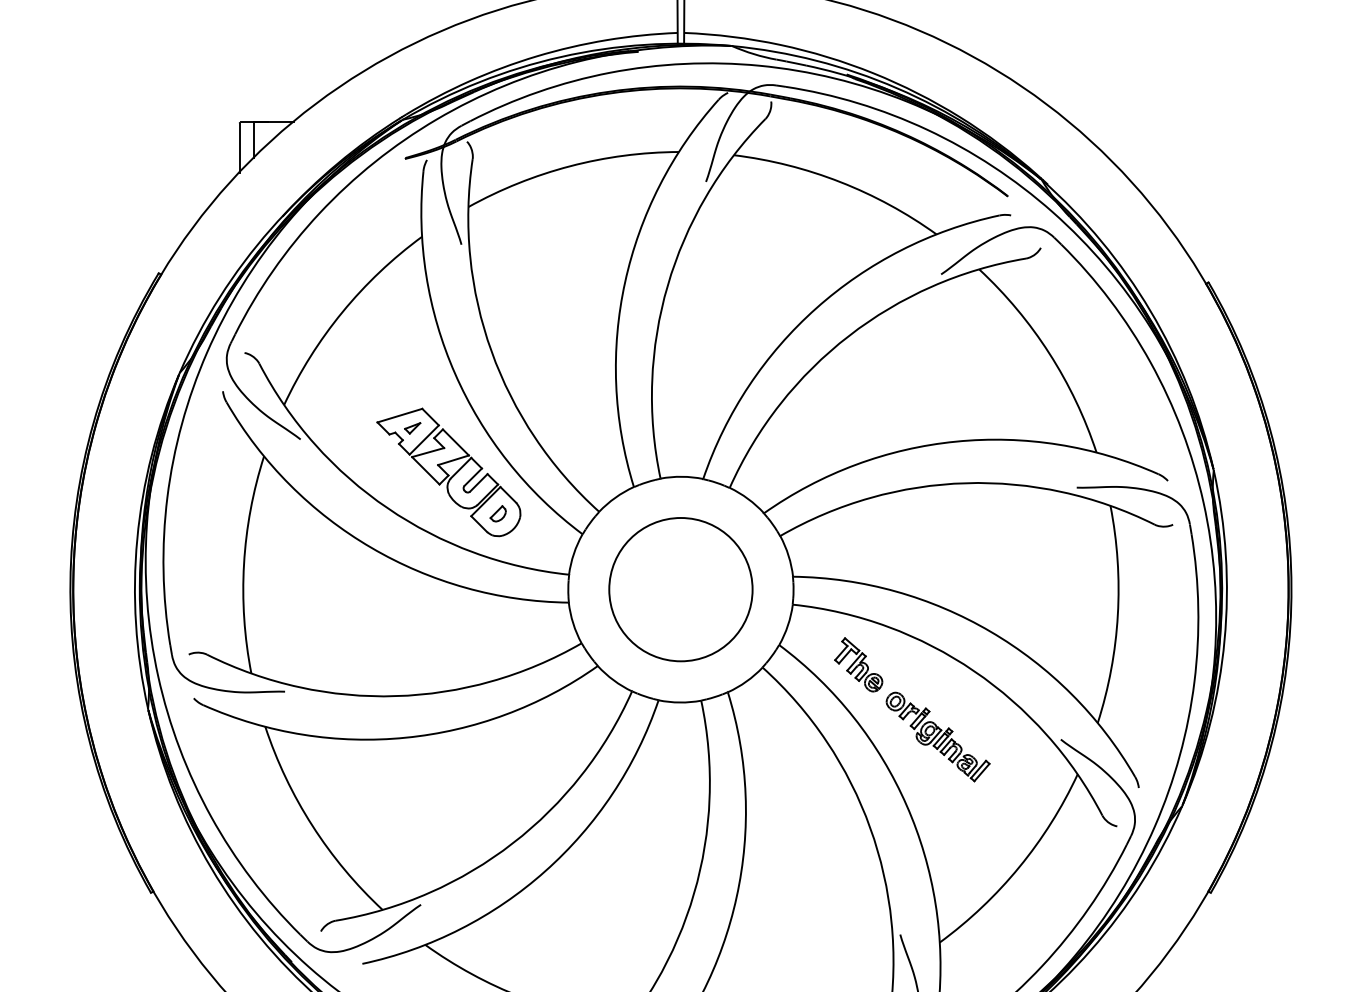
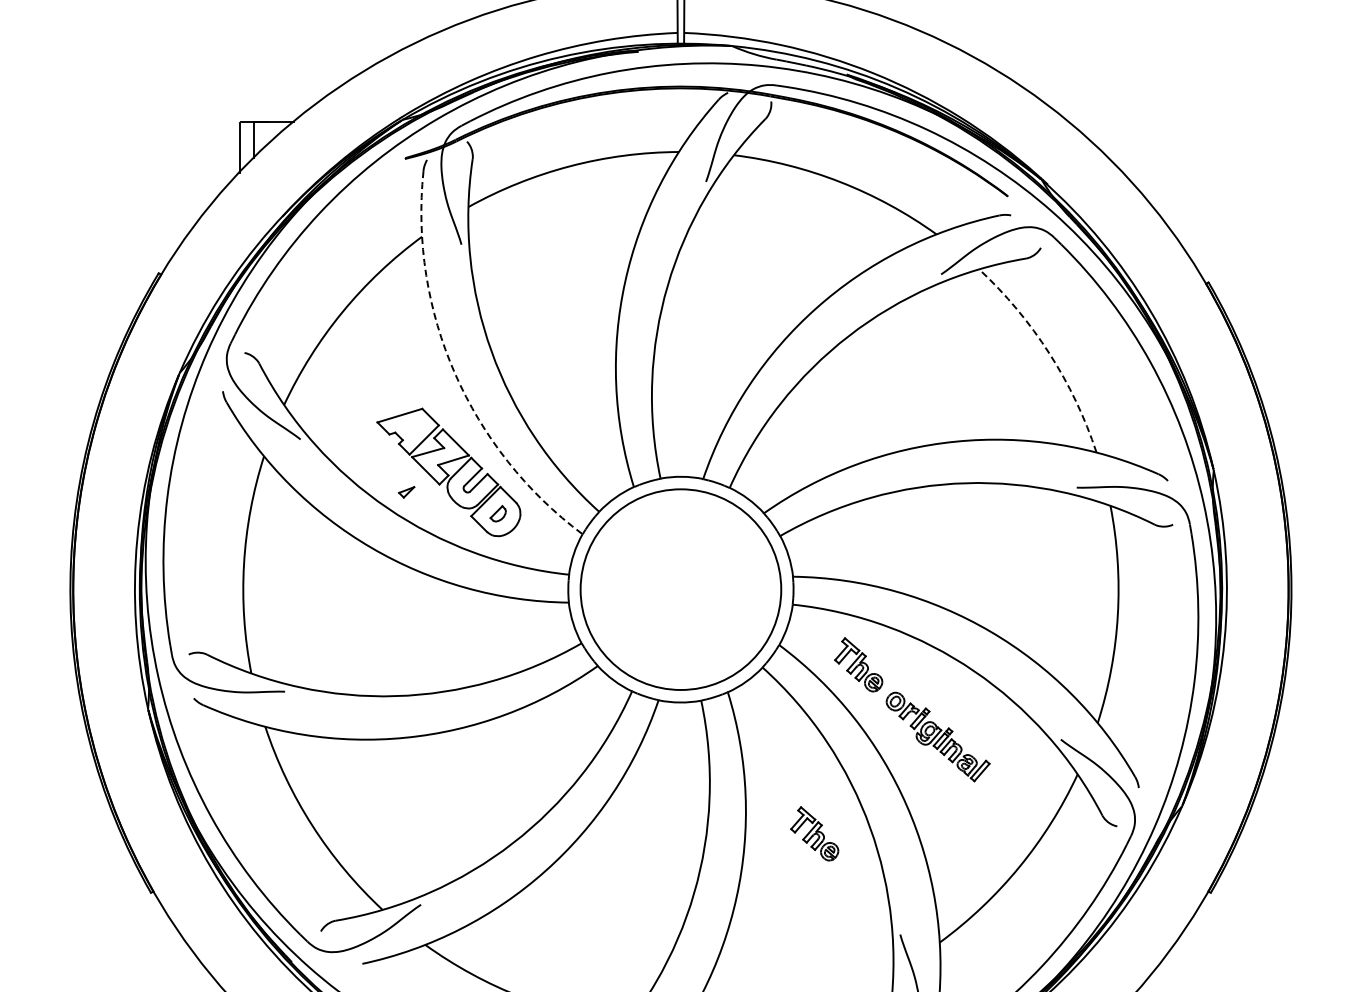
arc at (1049, 353): solid -> dashed
arc at (455, 373): solid -> dashed
part at (412, 428) position: (412, 428) -> (406, 492)
circle at (680, 589) diameter: 143 px -> 201 px
part at (814, 833): none -> present
